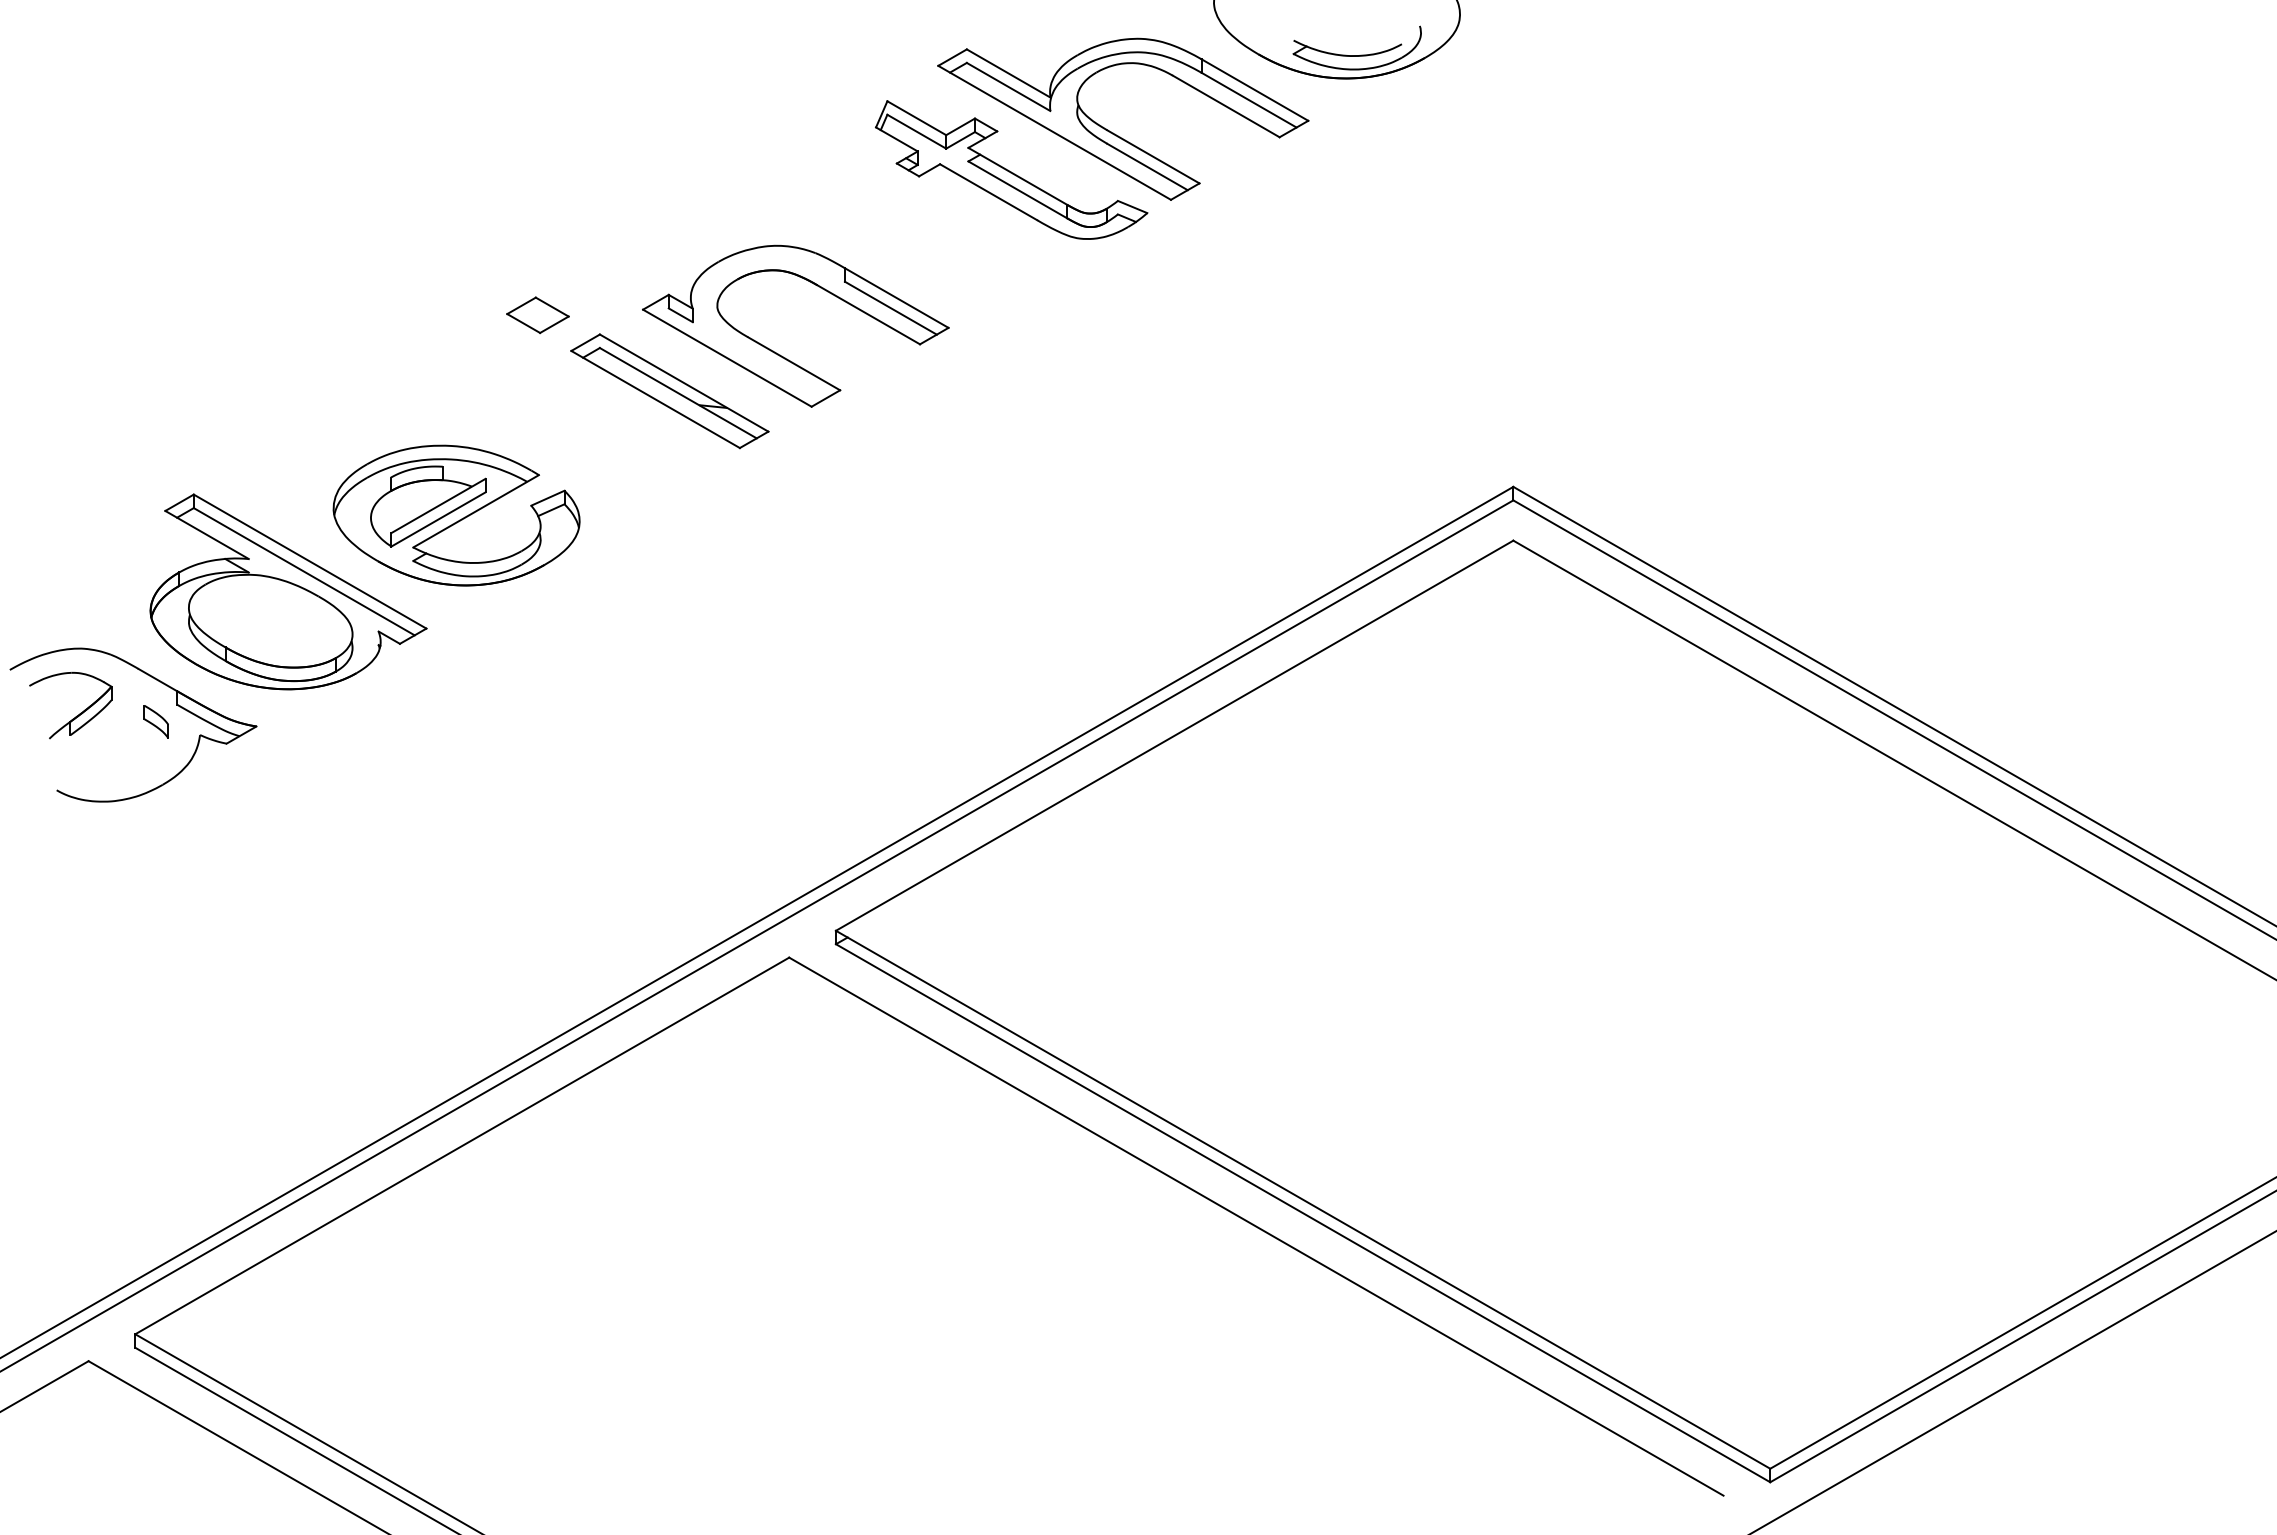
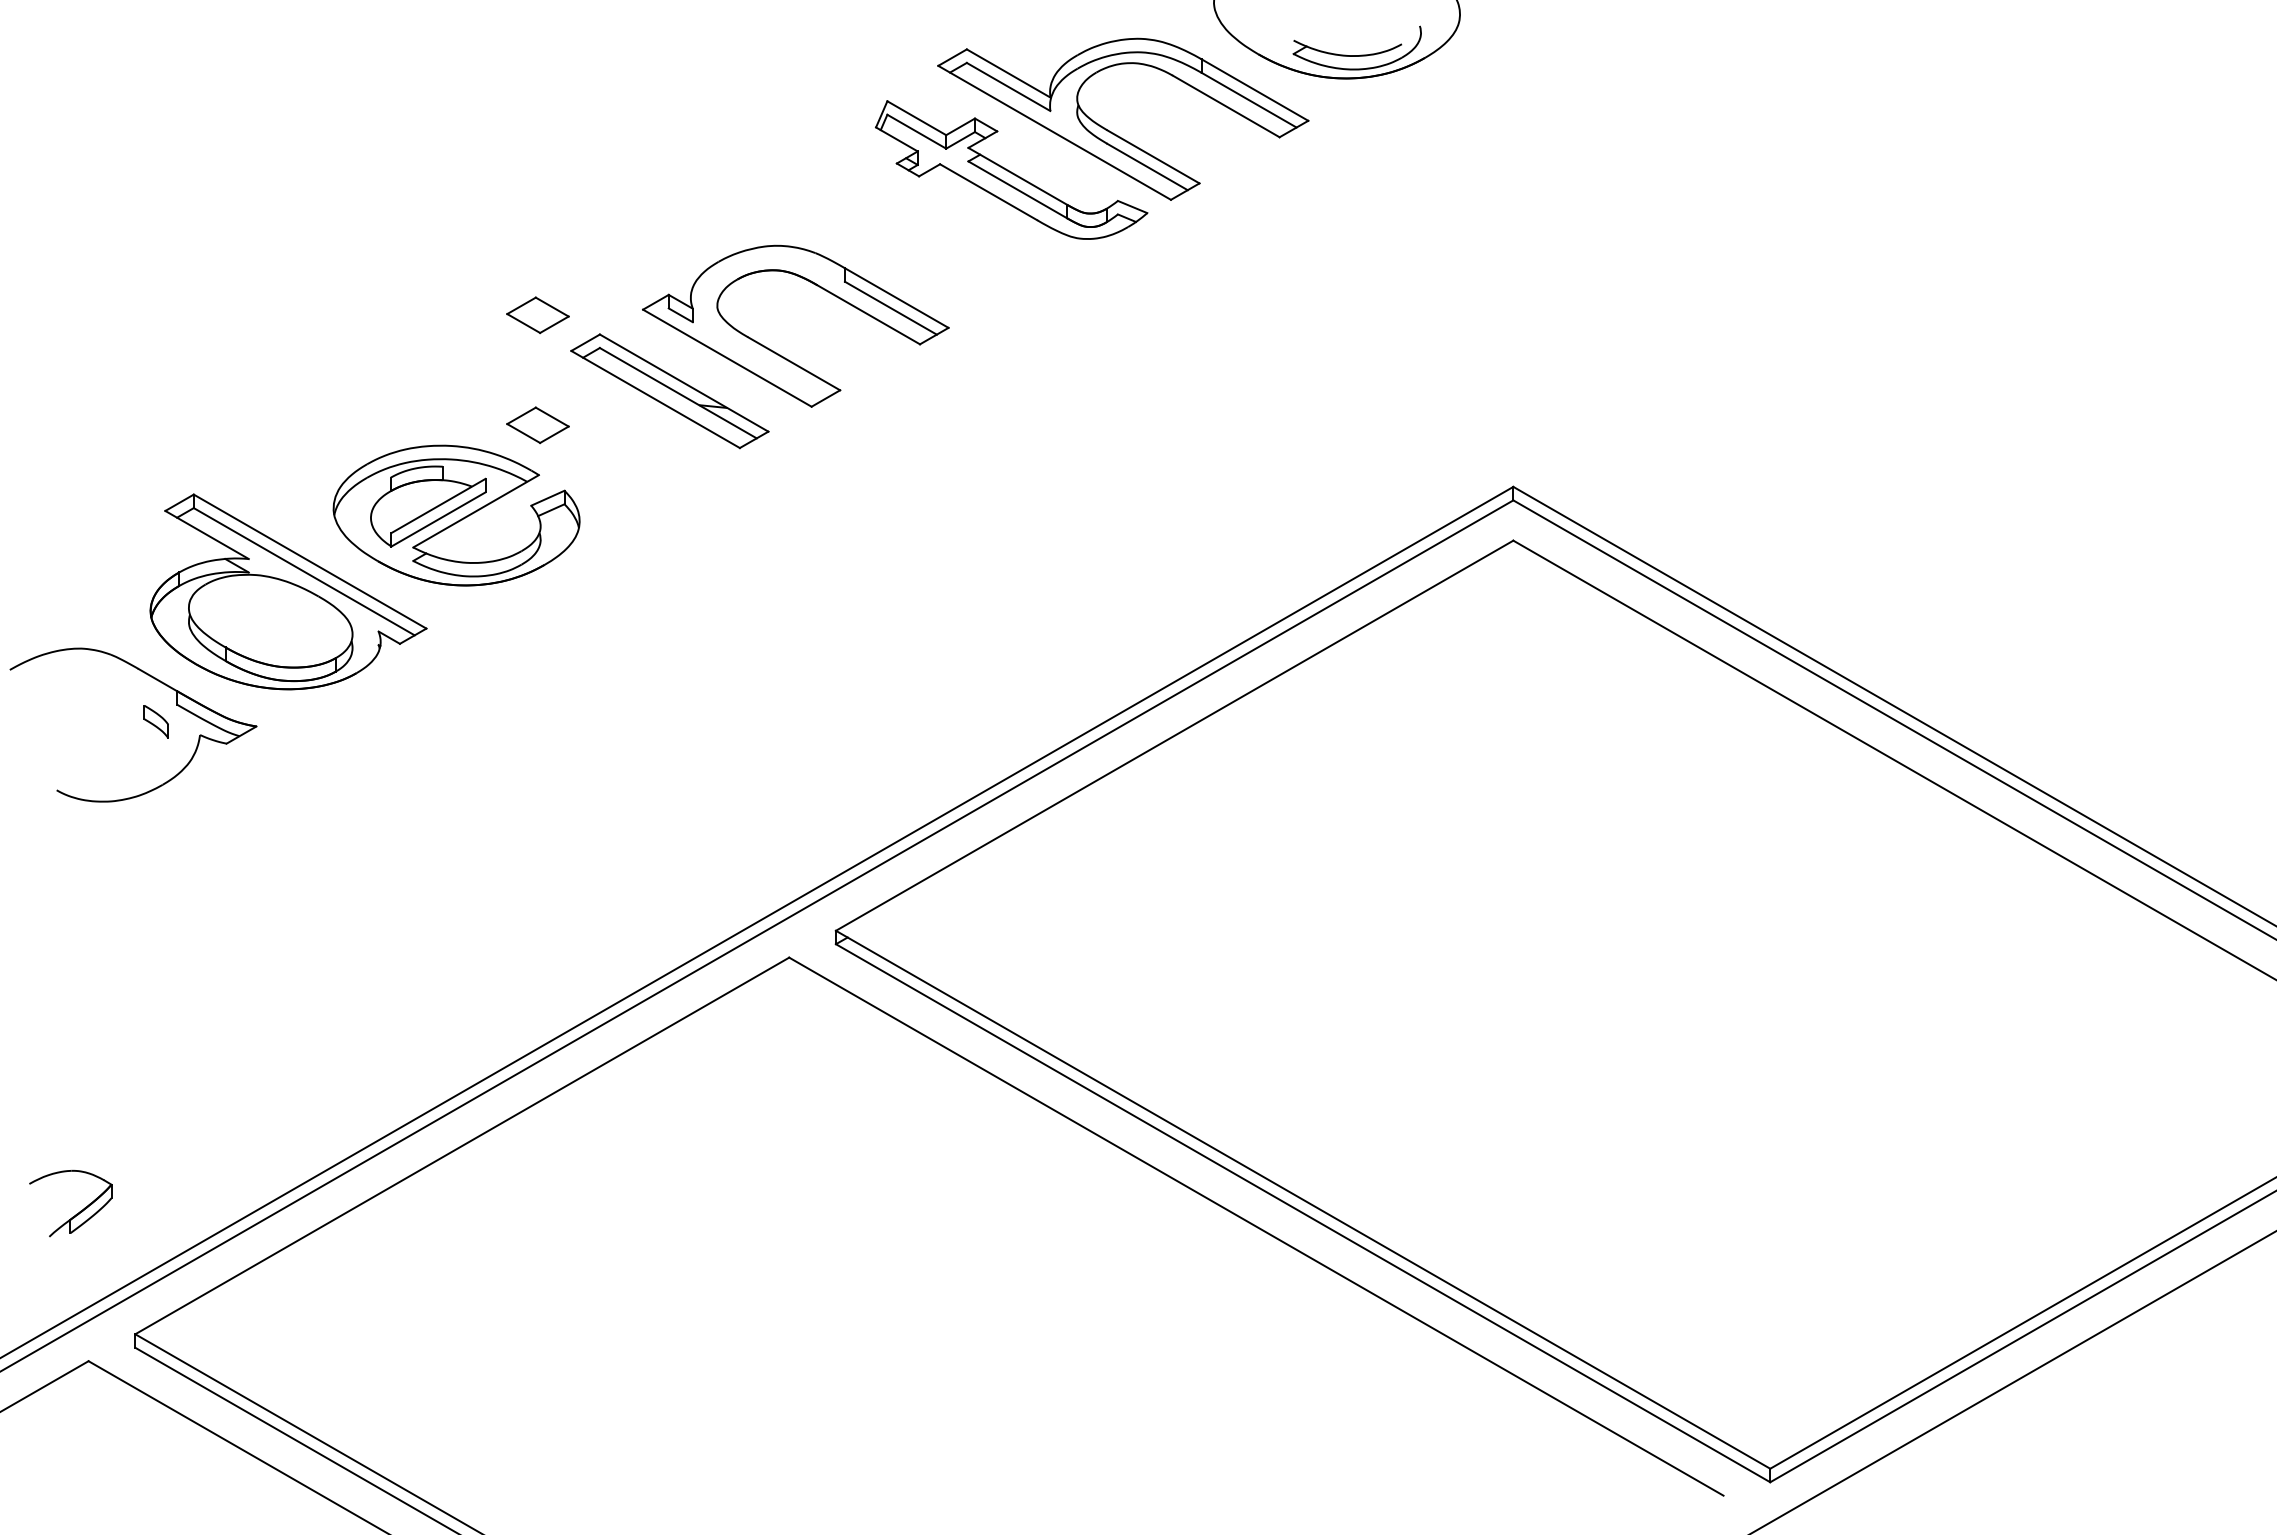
part at (537, 425): none -> present
part at (76, 715) position: (76, 715) -> (76, 1213)
